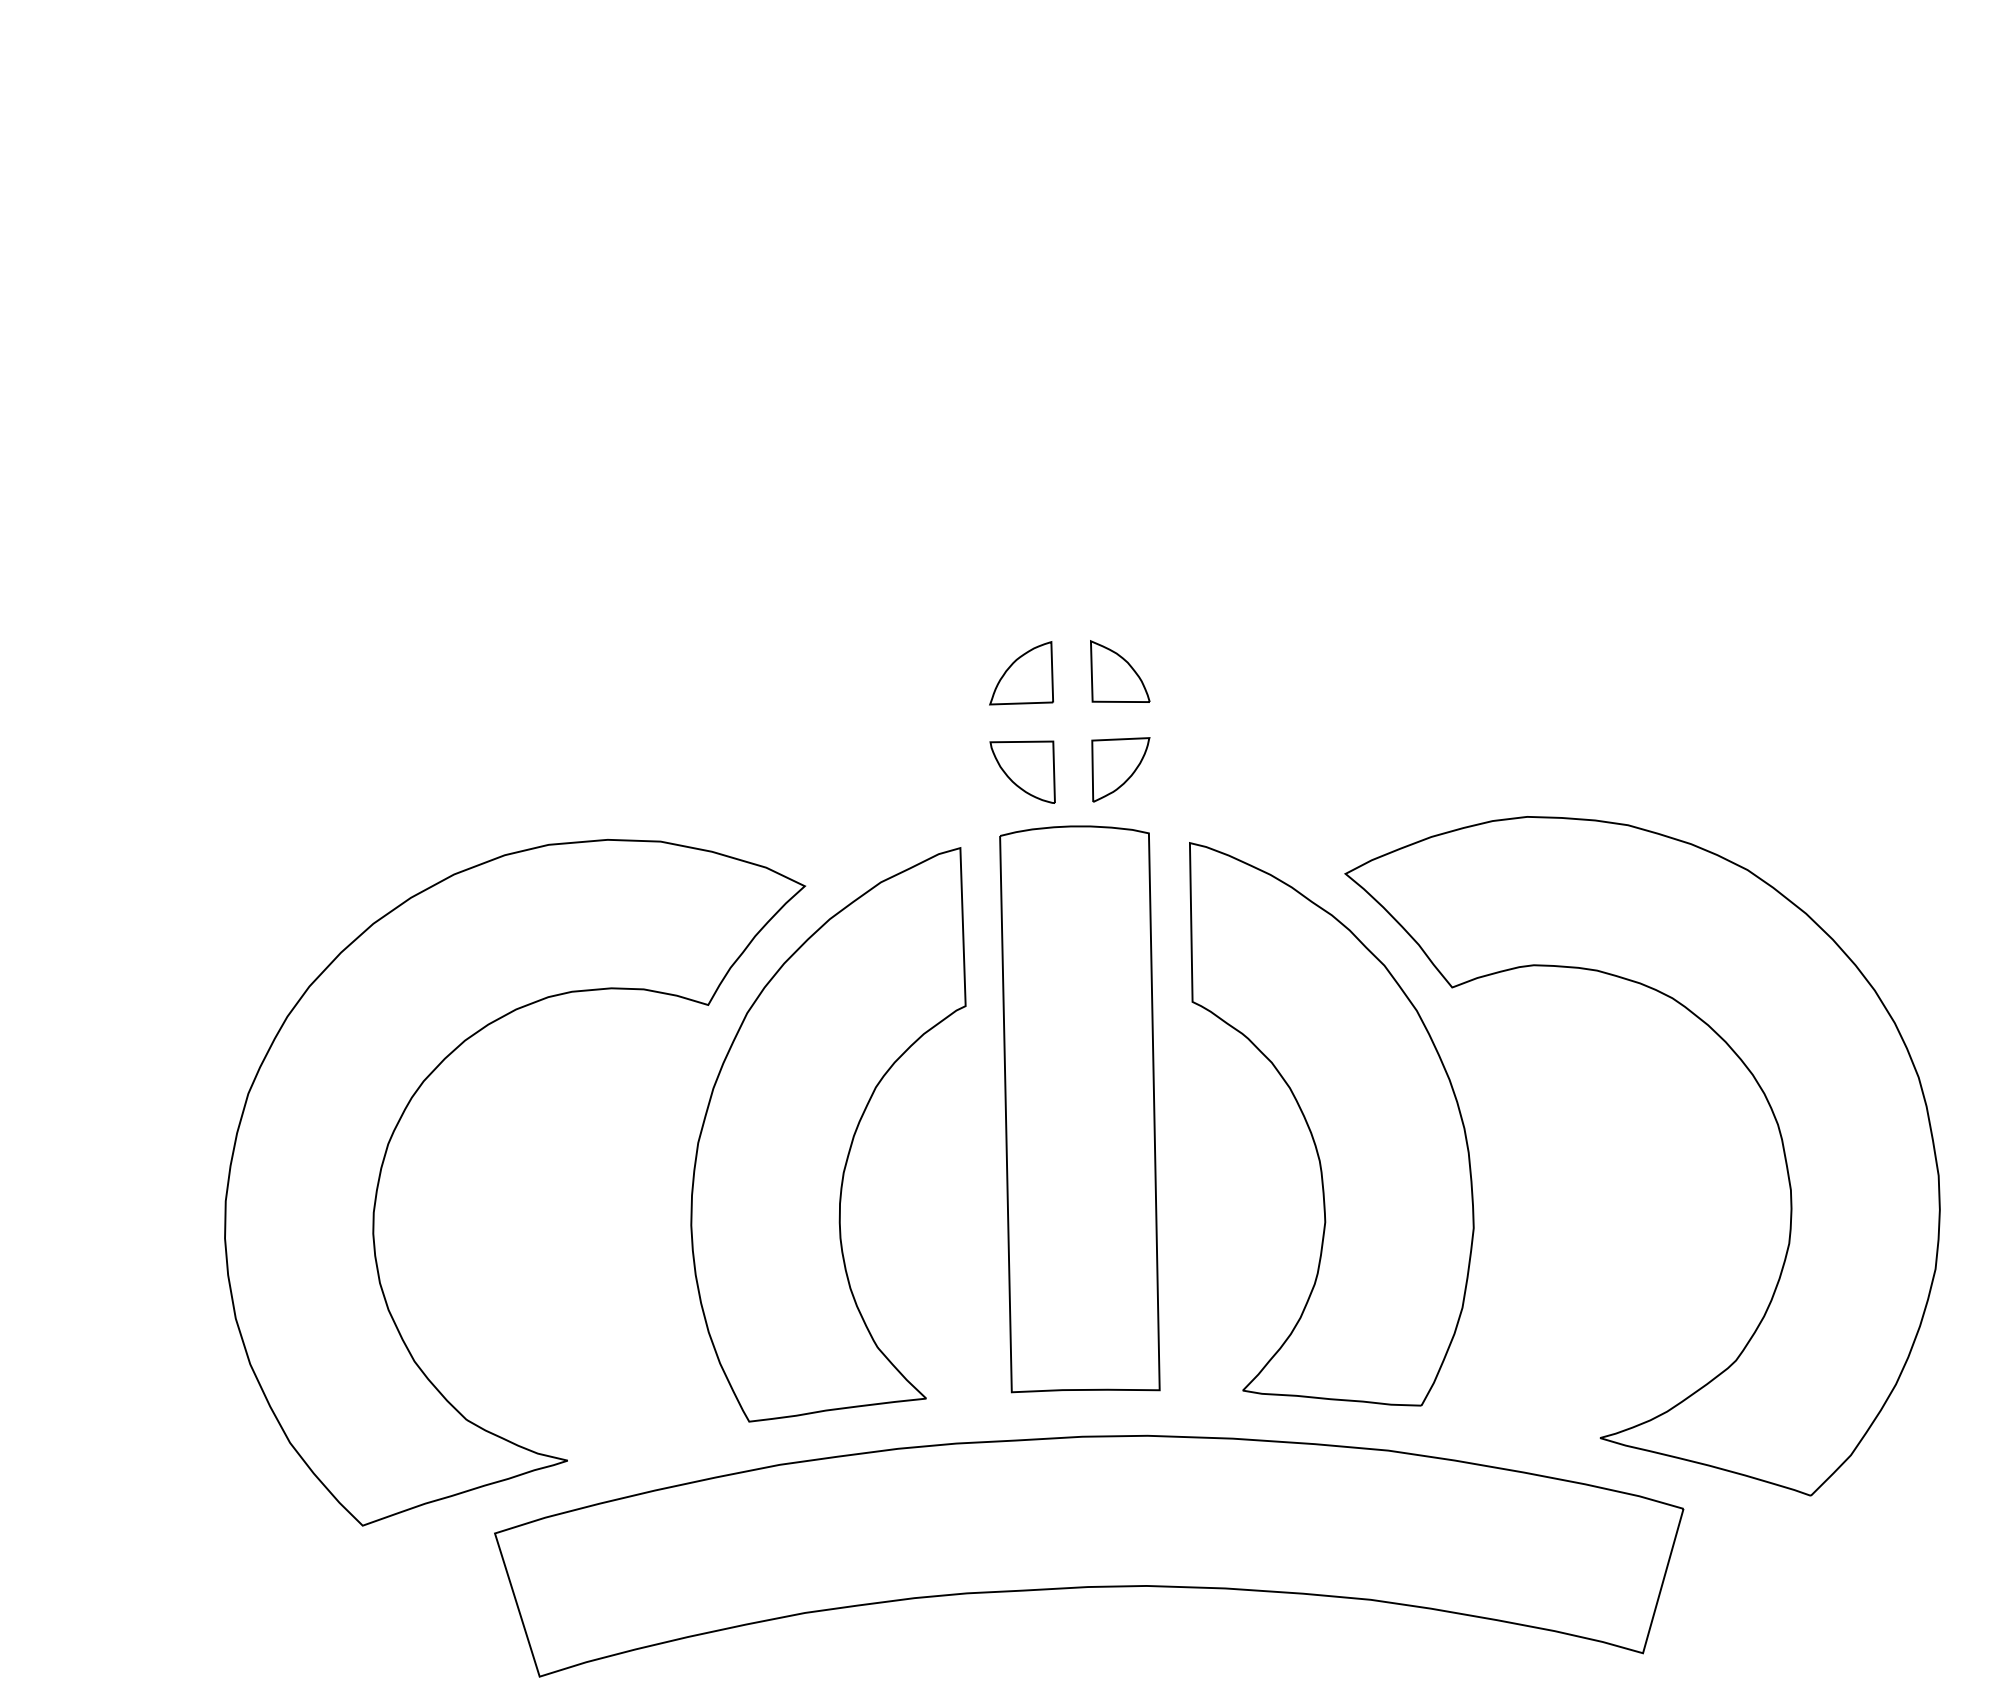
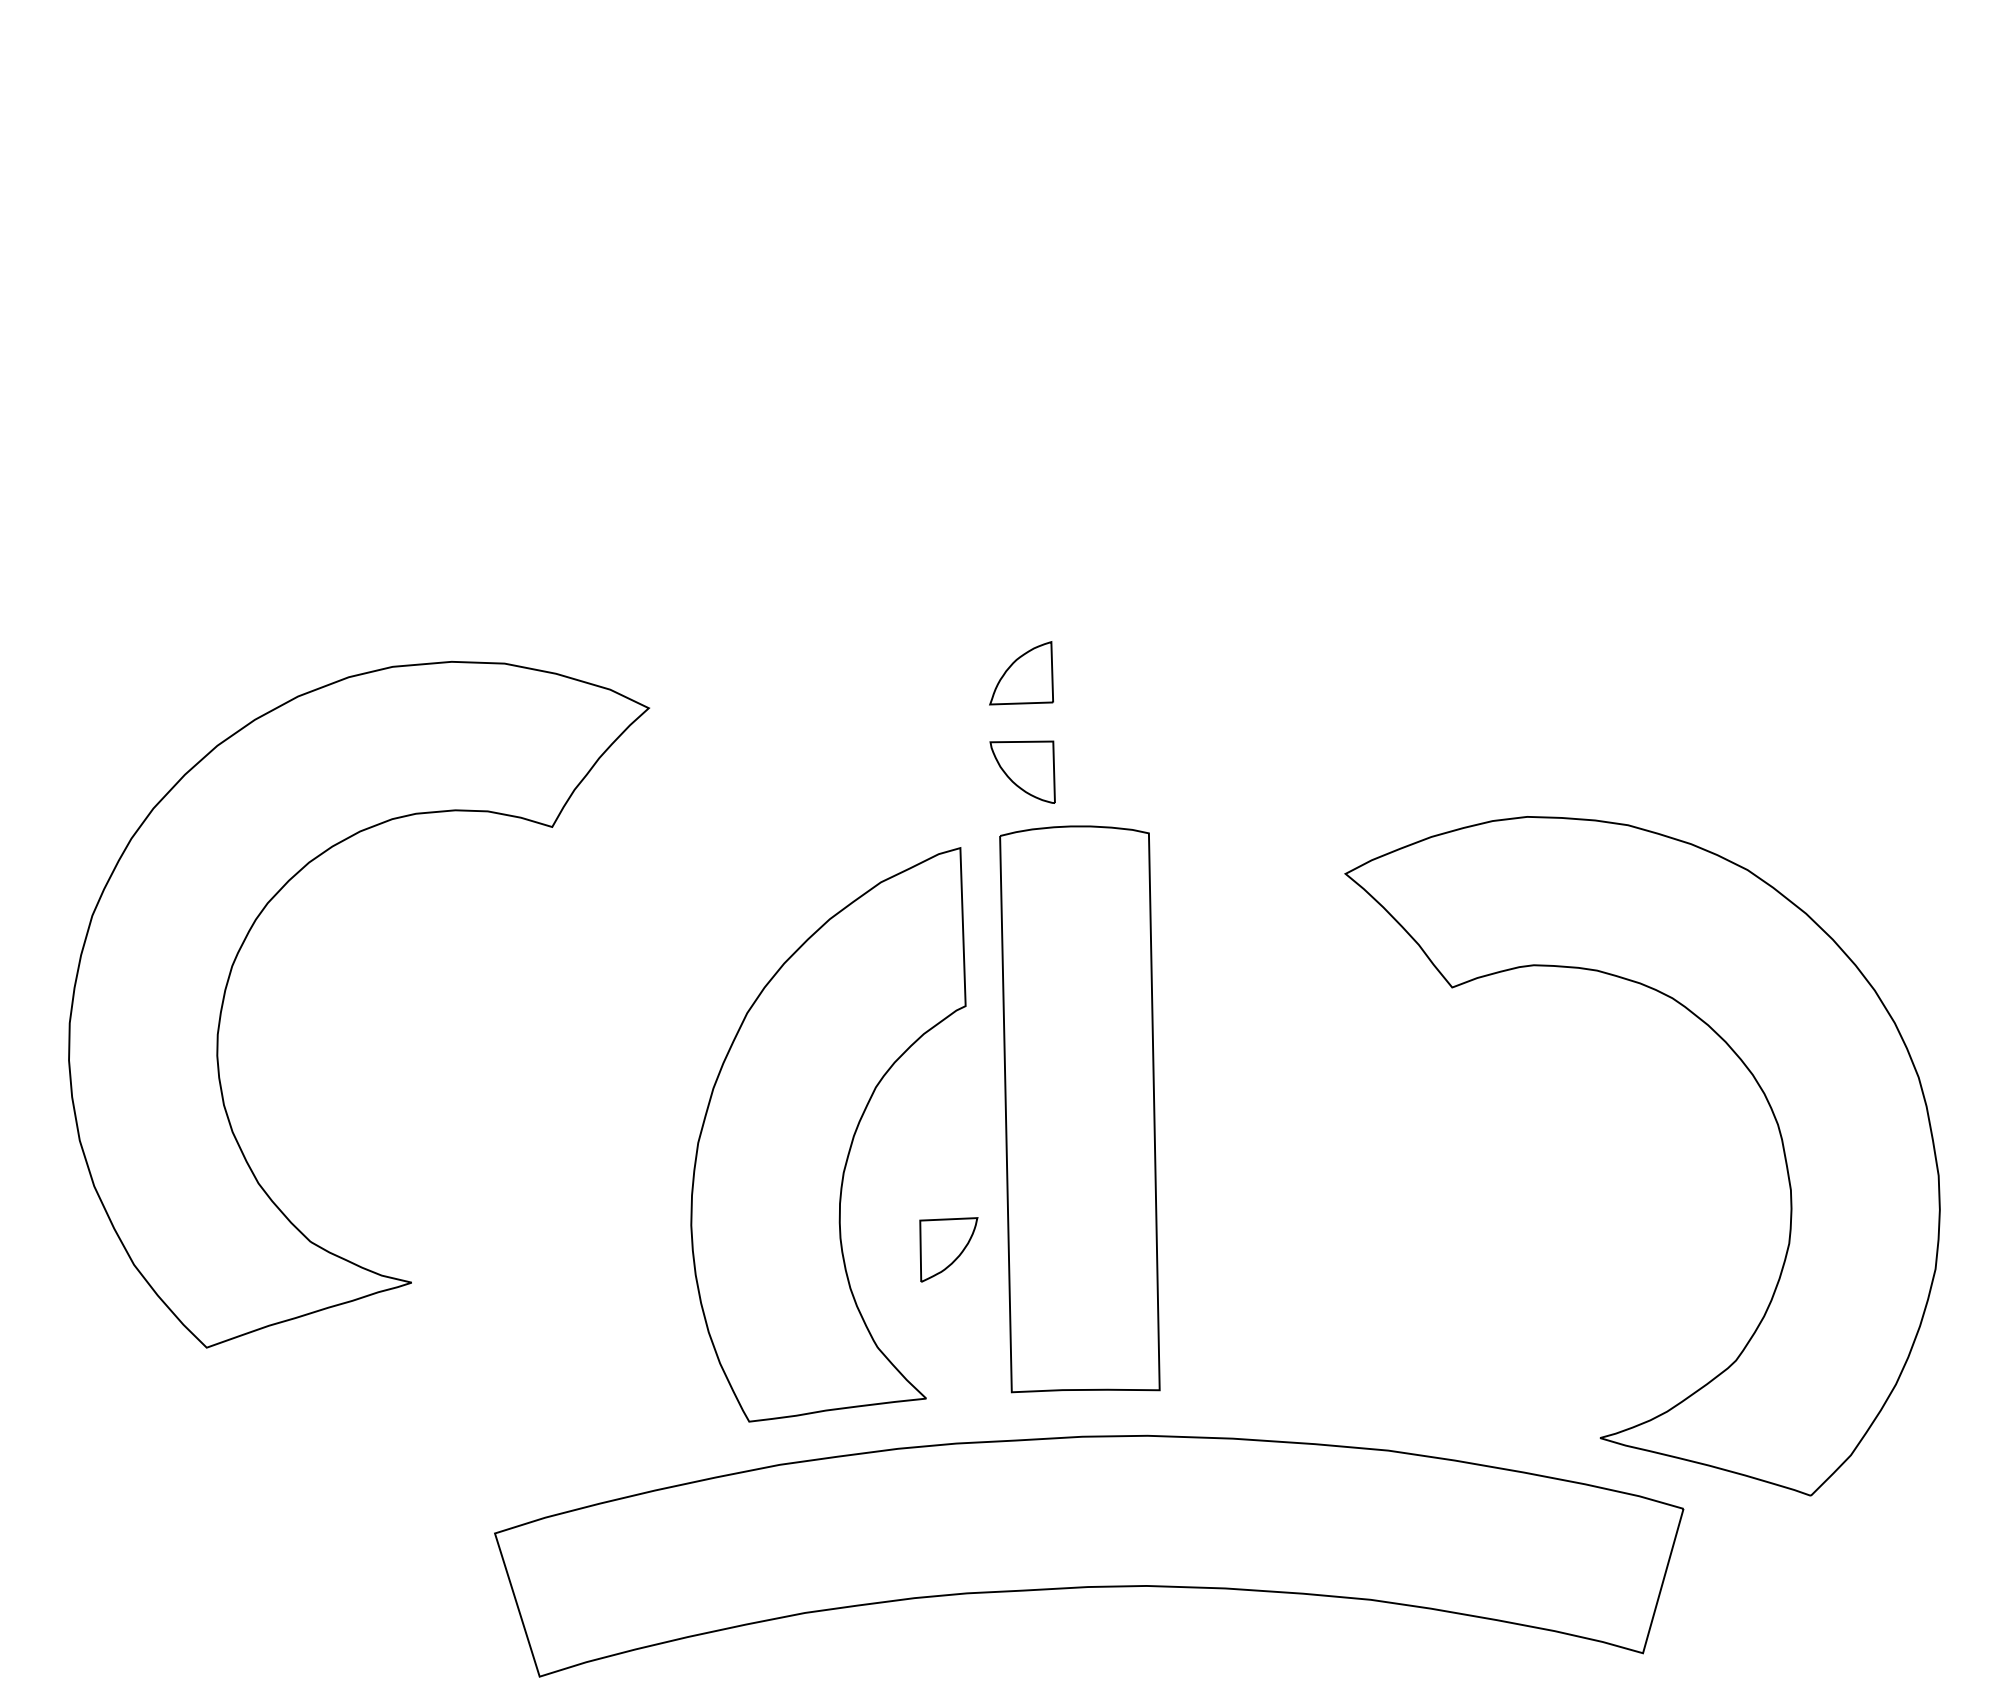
part at (1120, 671): present -> none
part at (1120, 769) position: (1120, 769) -> (948, 1249)
part at (398, 1124) position: (398, 1124) -> (242, 946)
part at (1331, 1124): present -> none
